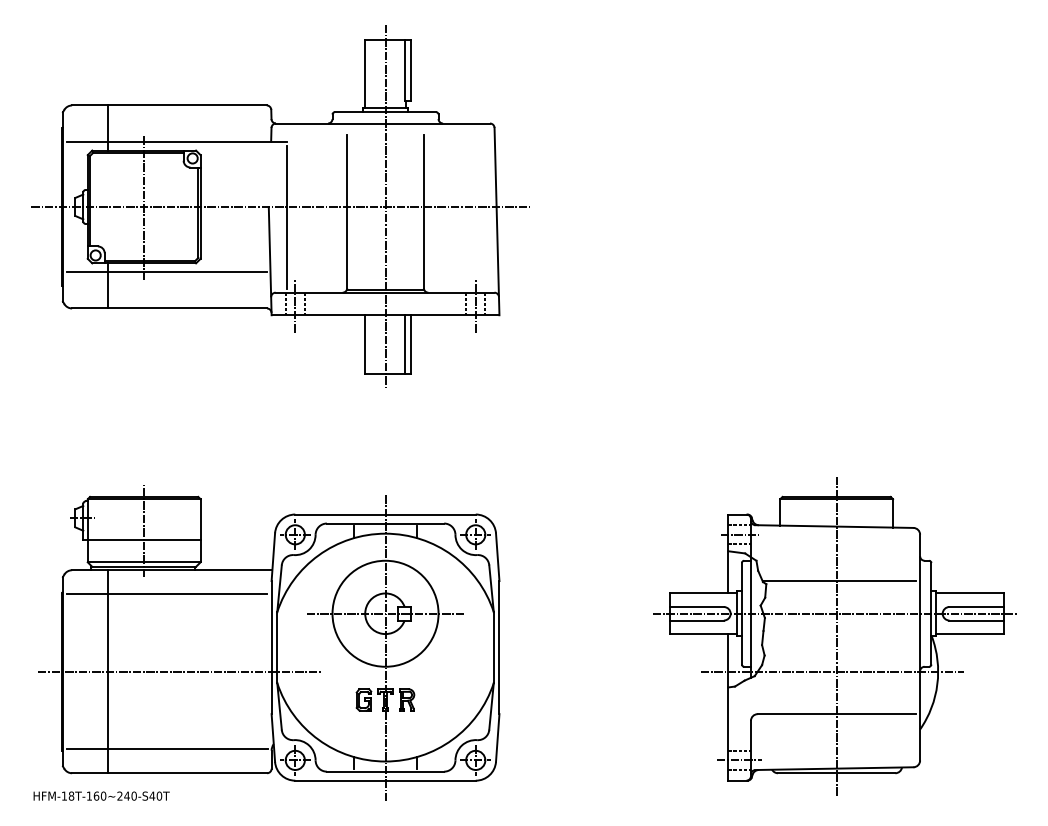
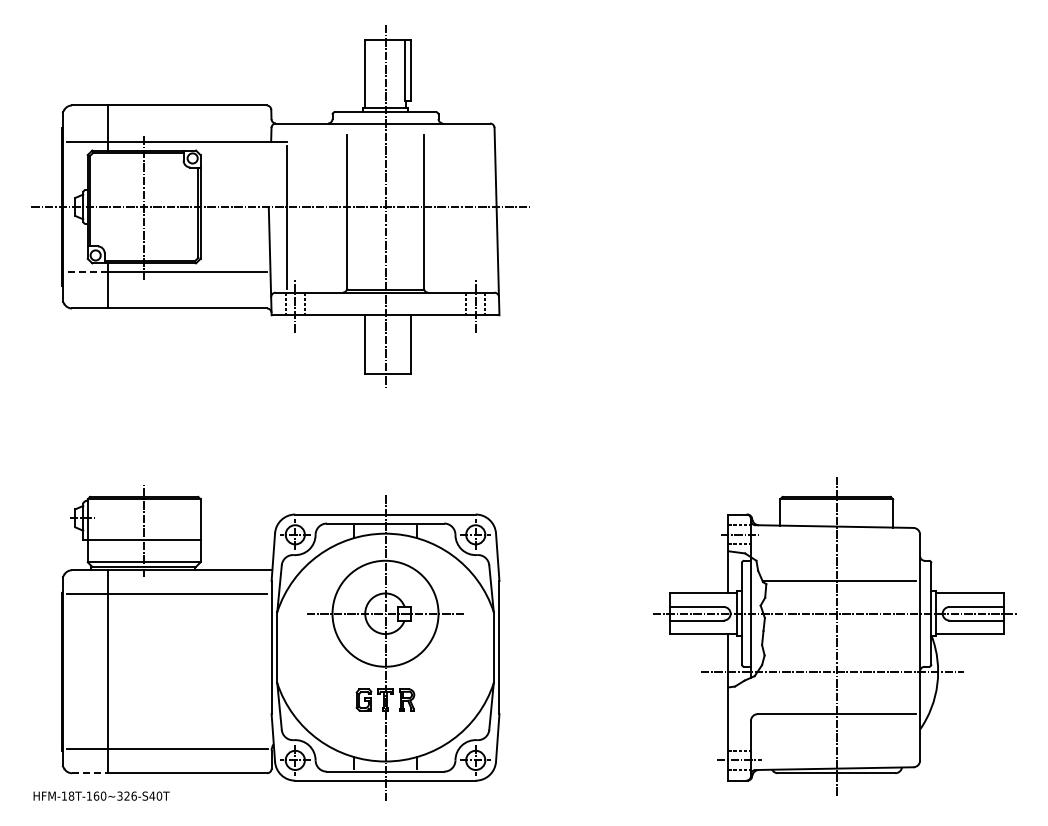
line at (87, 272): solid -> dashed
line at (404, 344): present -> none
line at (179, 671): present -> none
line at (90, 773): solid -> dashed
text at (126, 795): HFM-18T-160~240-S40T -> HFM-18T-160~326-S40T
